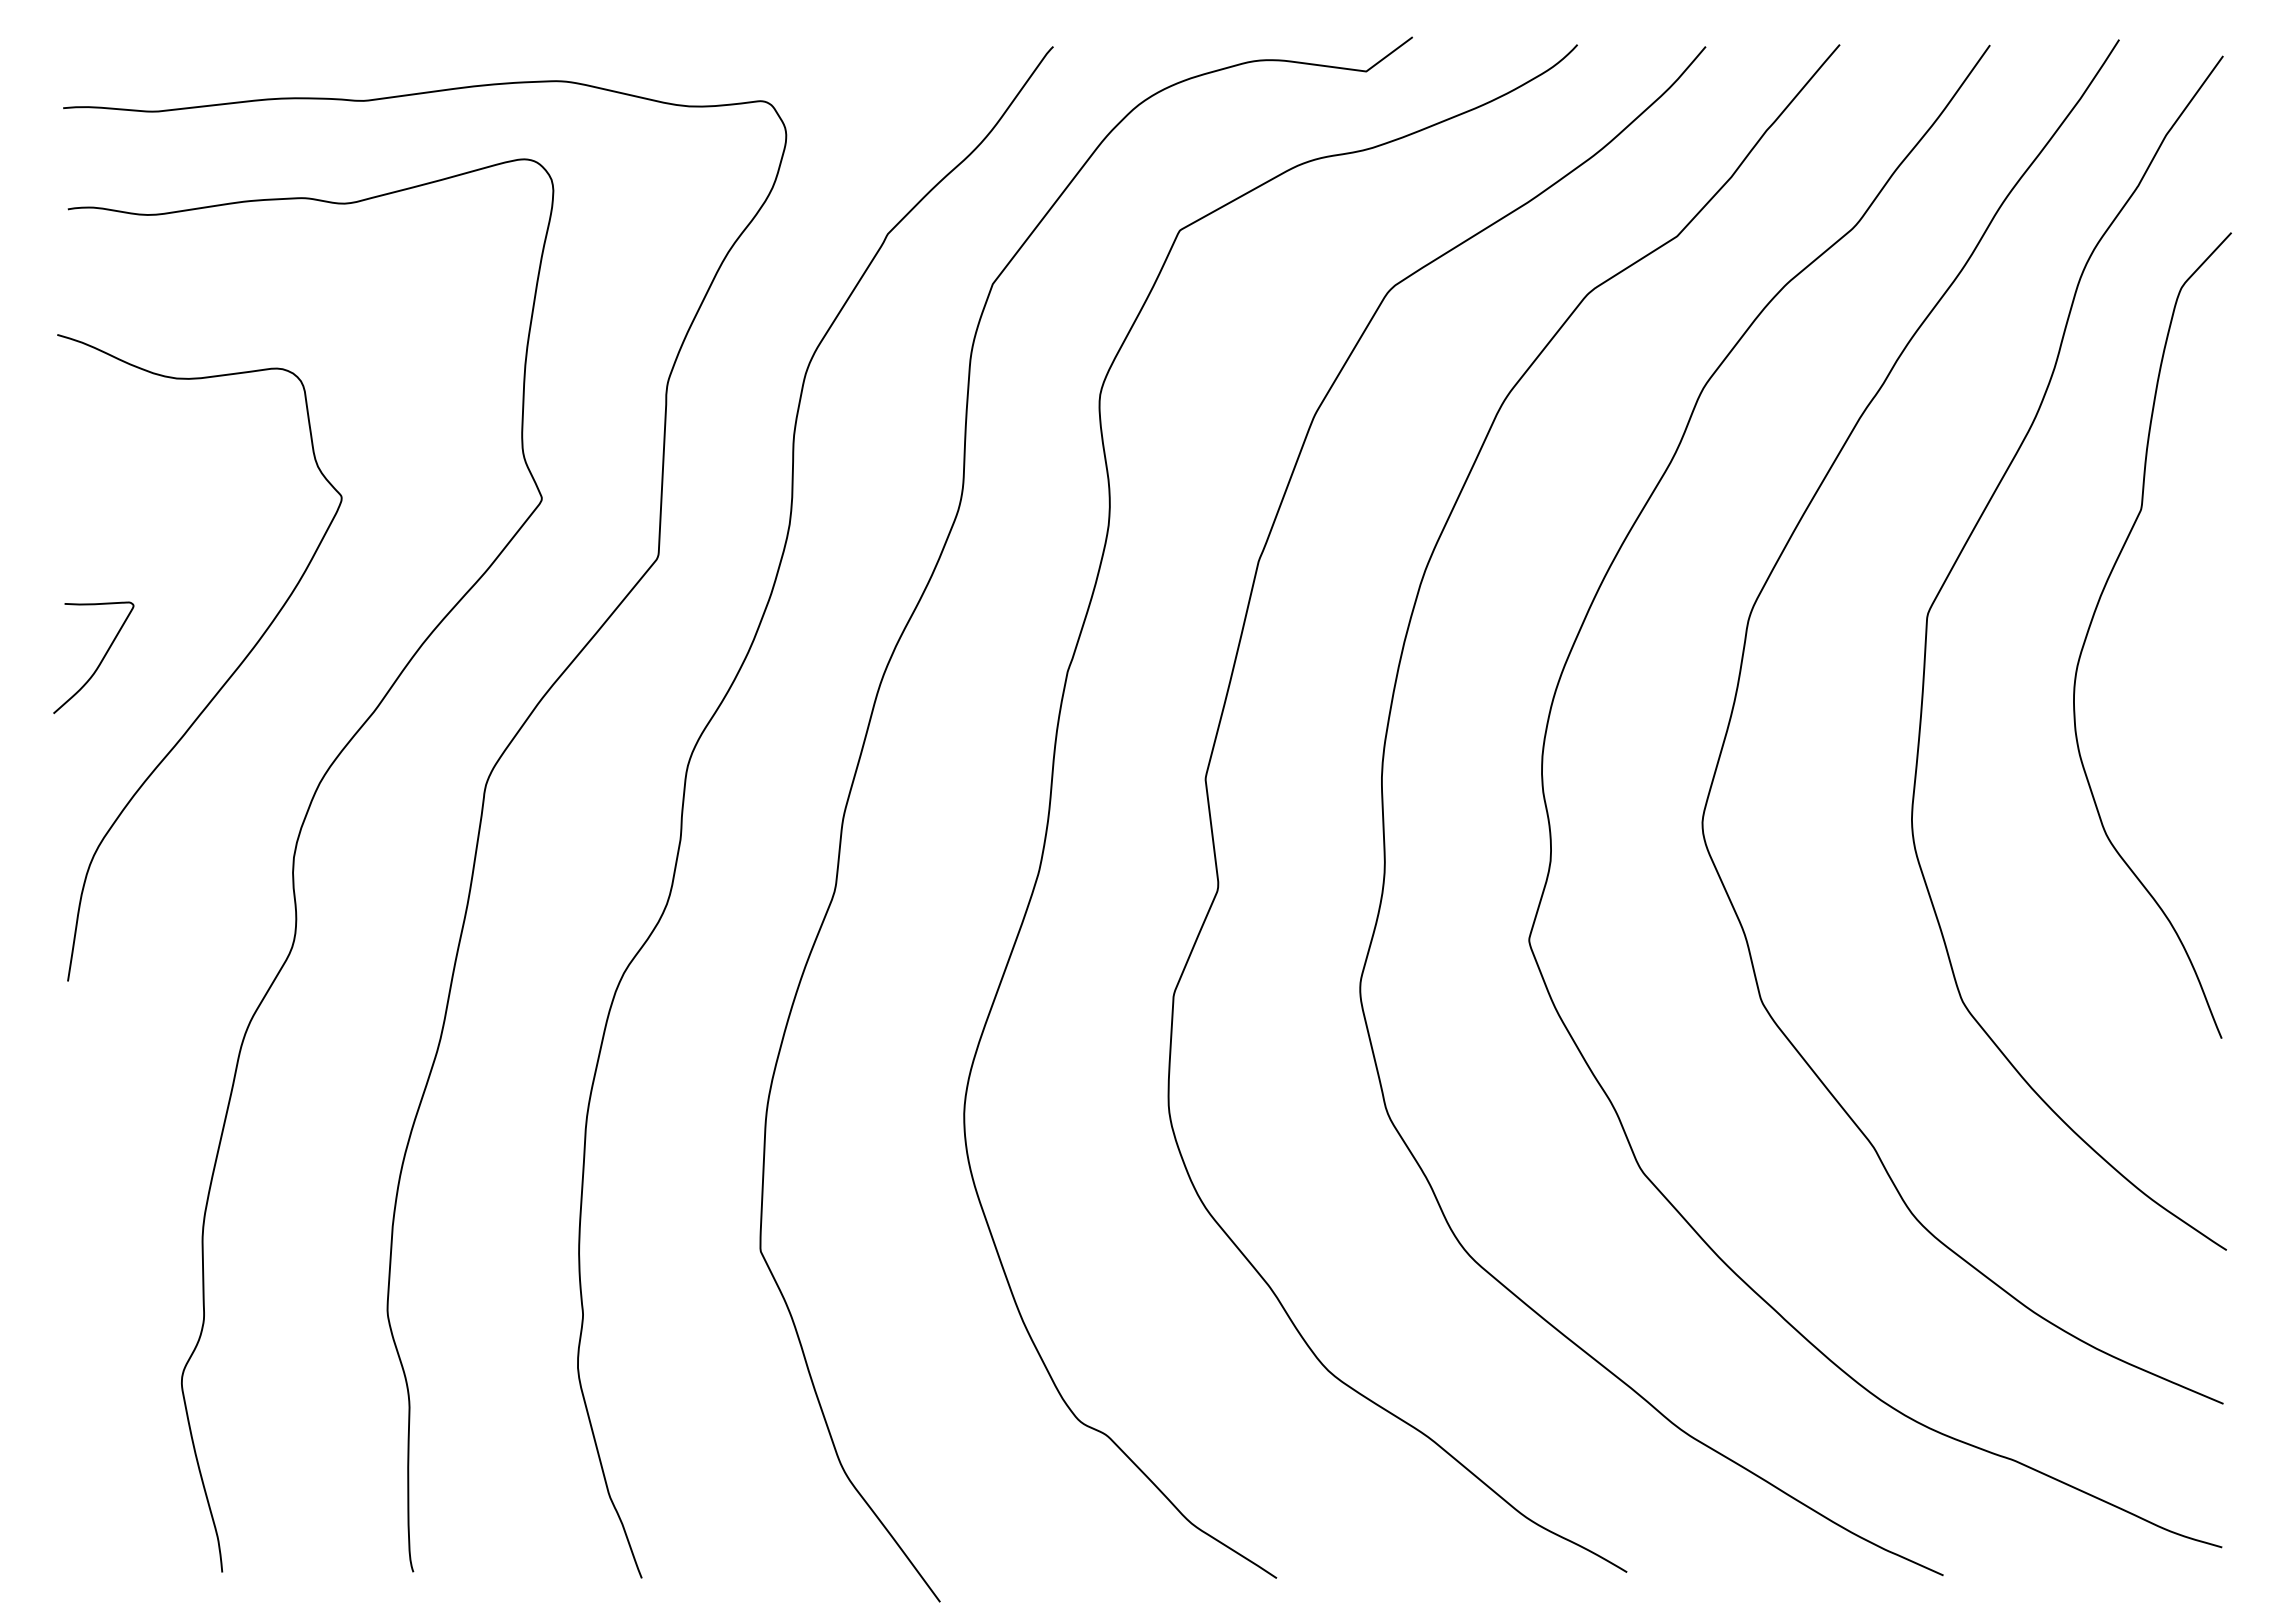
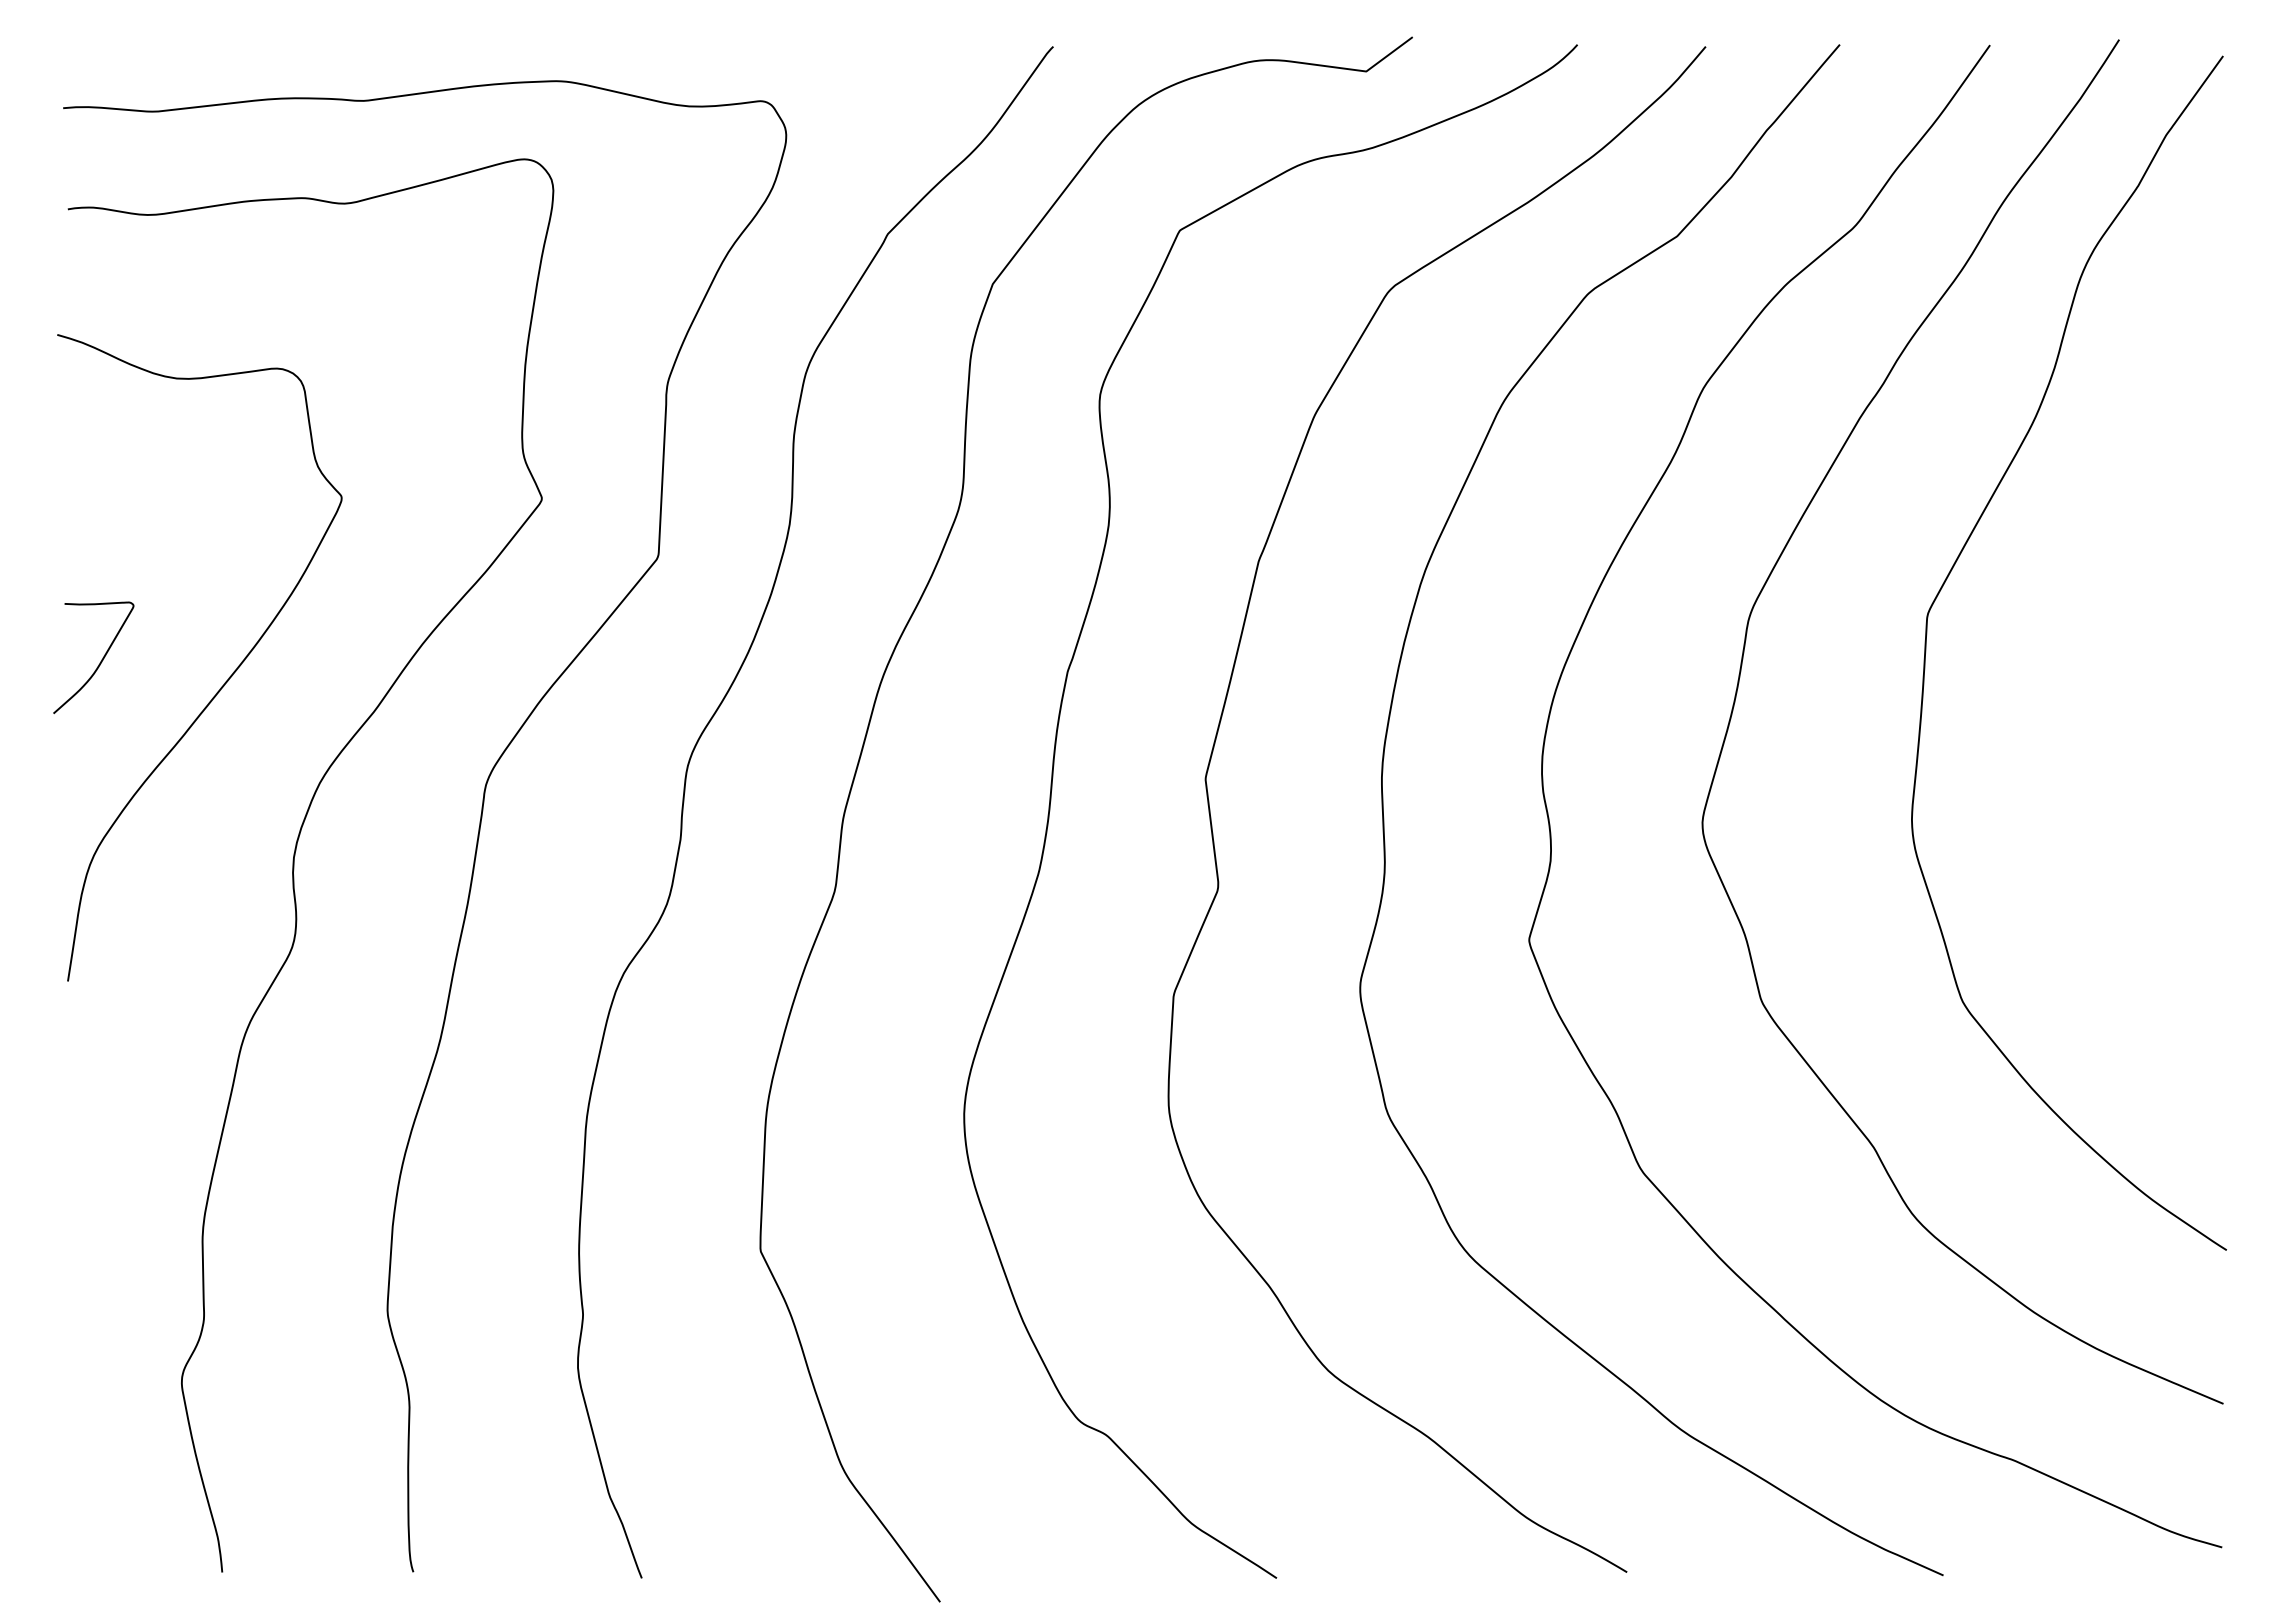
curve at (2094, 616): present -> none
